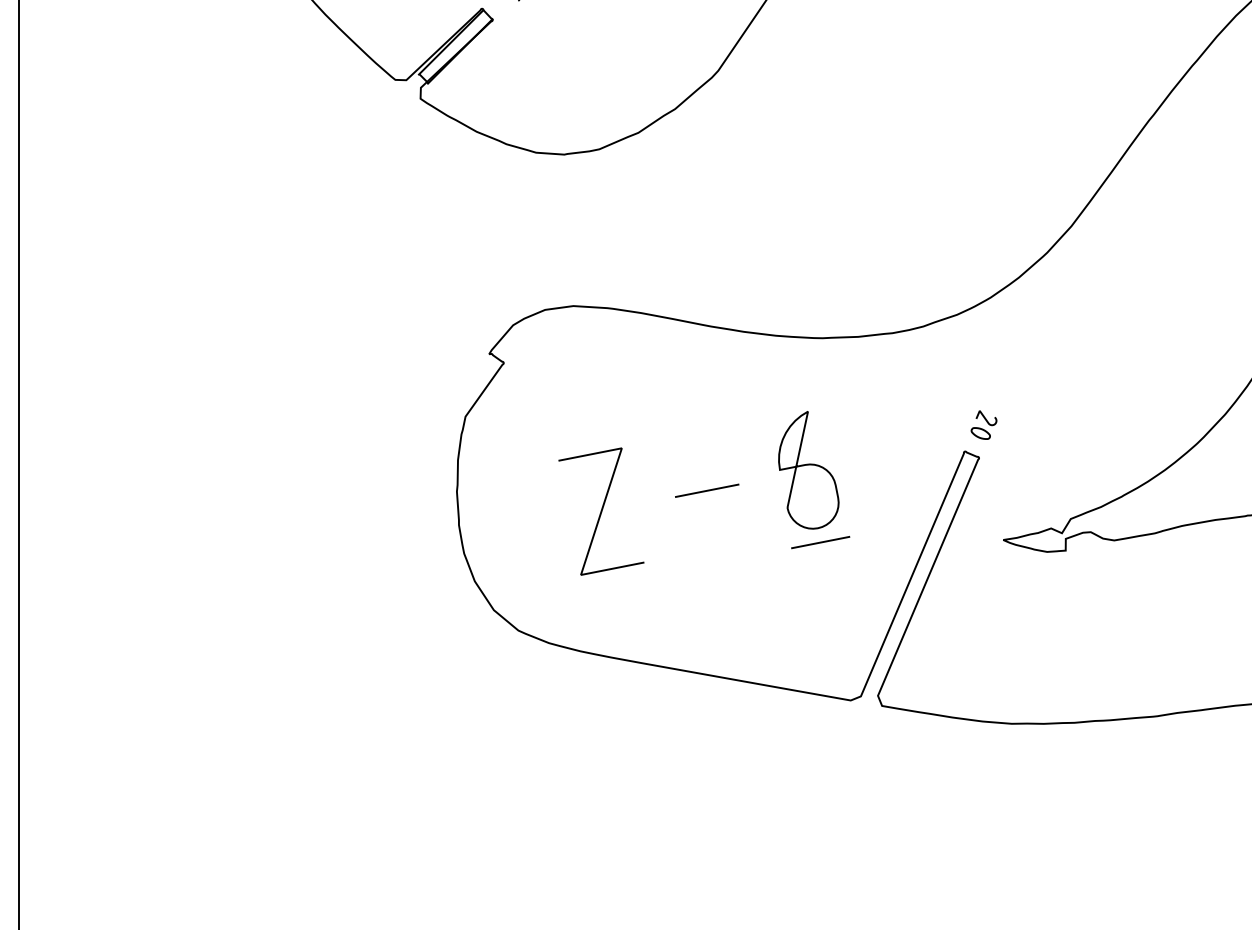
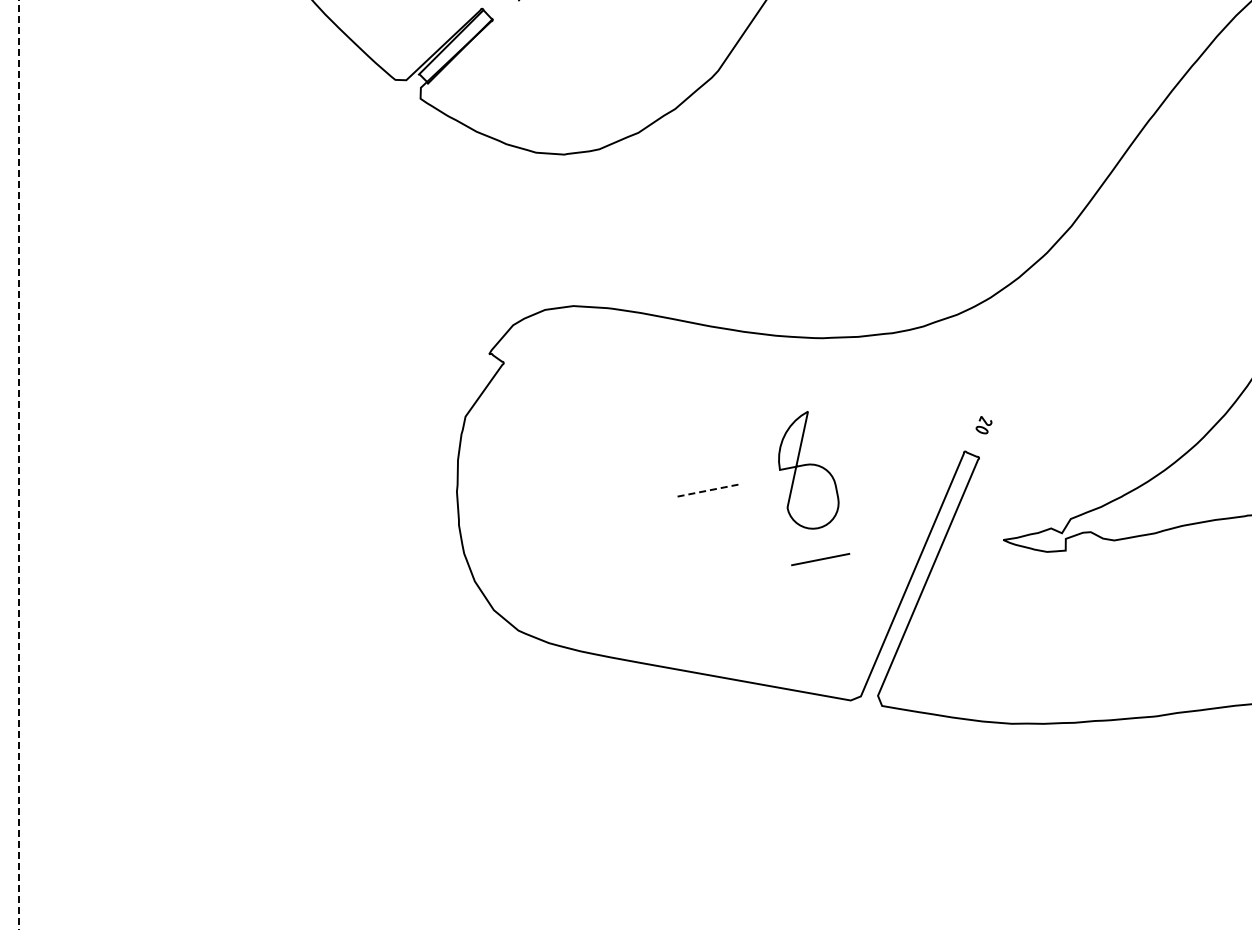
part at (983, 424) size: 28x30 px -> 18x19 px
line at (19, 464): solid -> dashed
line at (707, 490): solid -> dashed
line at (601, 511): present -> none
line at (820, 542) position: (820, 542) -> (820, 559)
